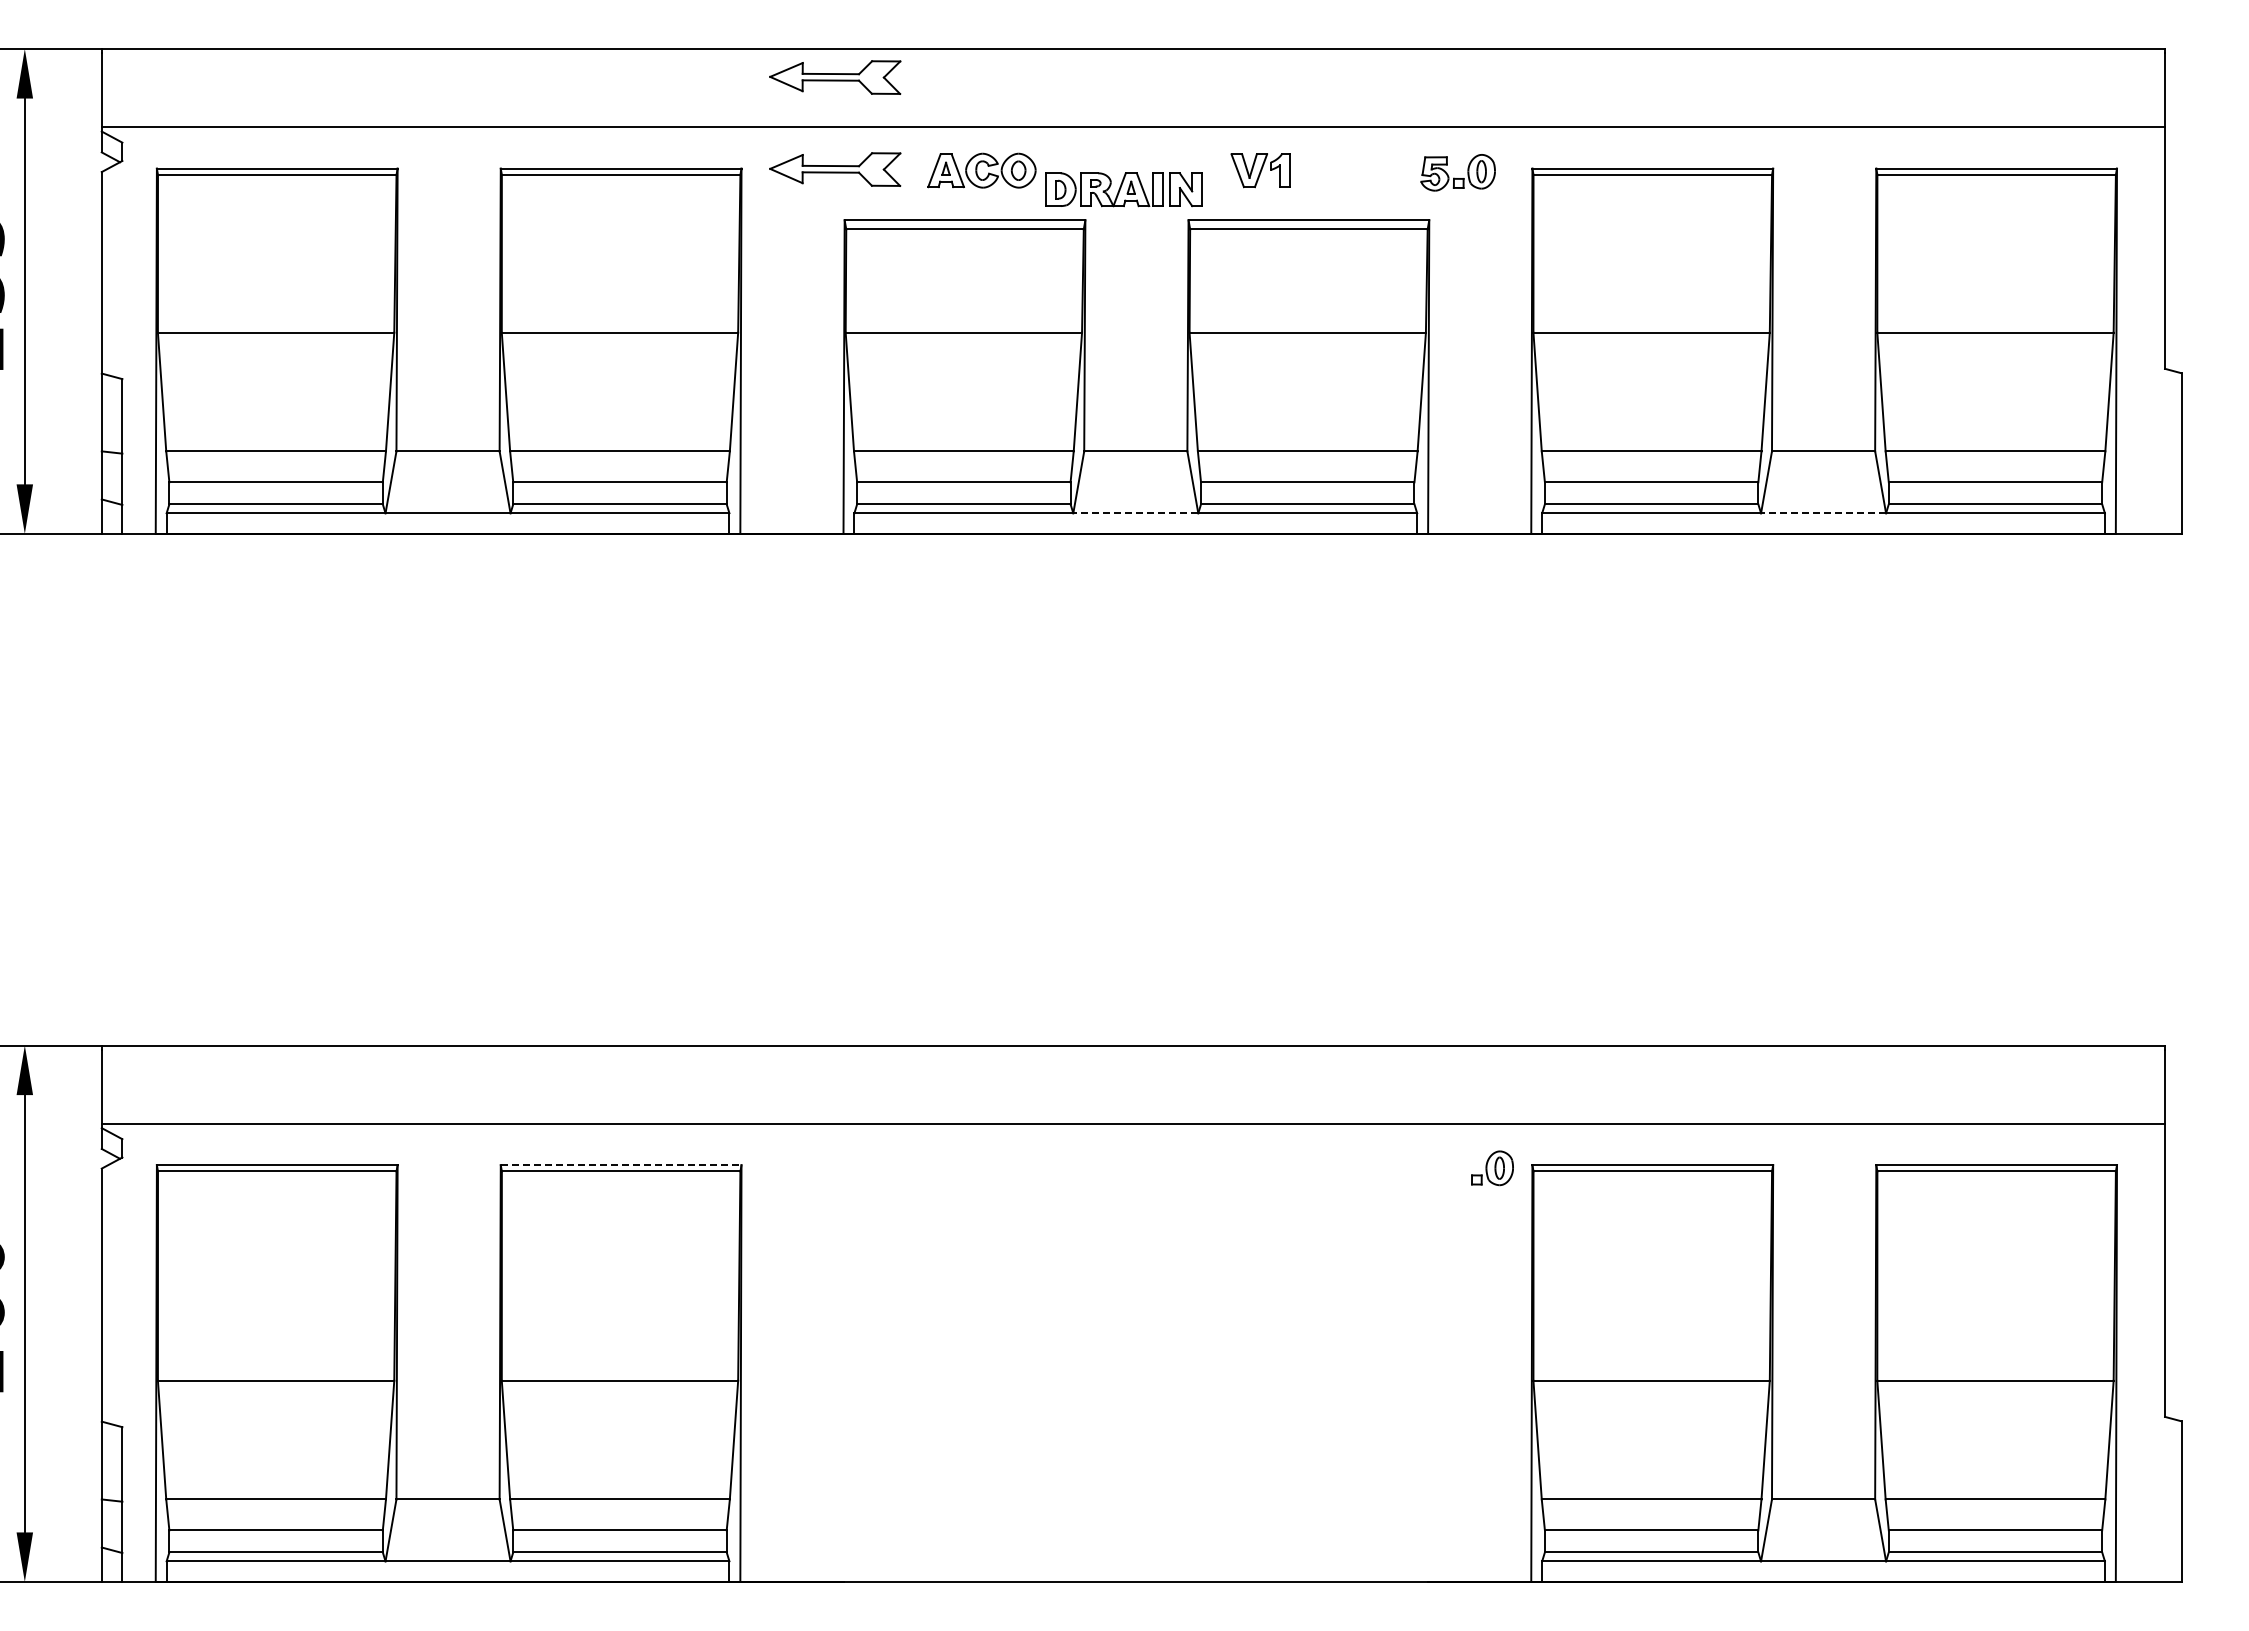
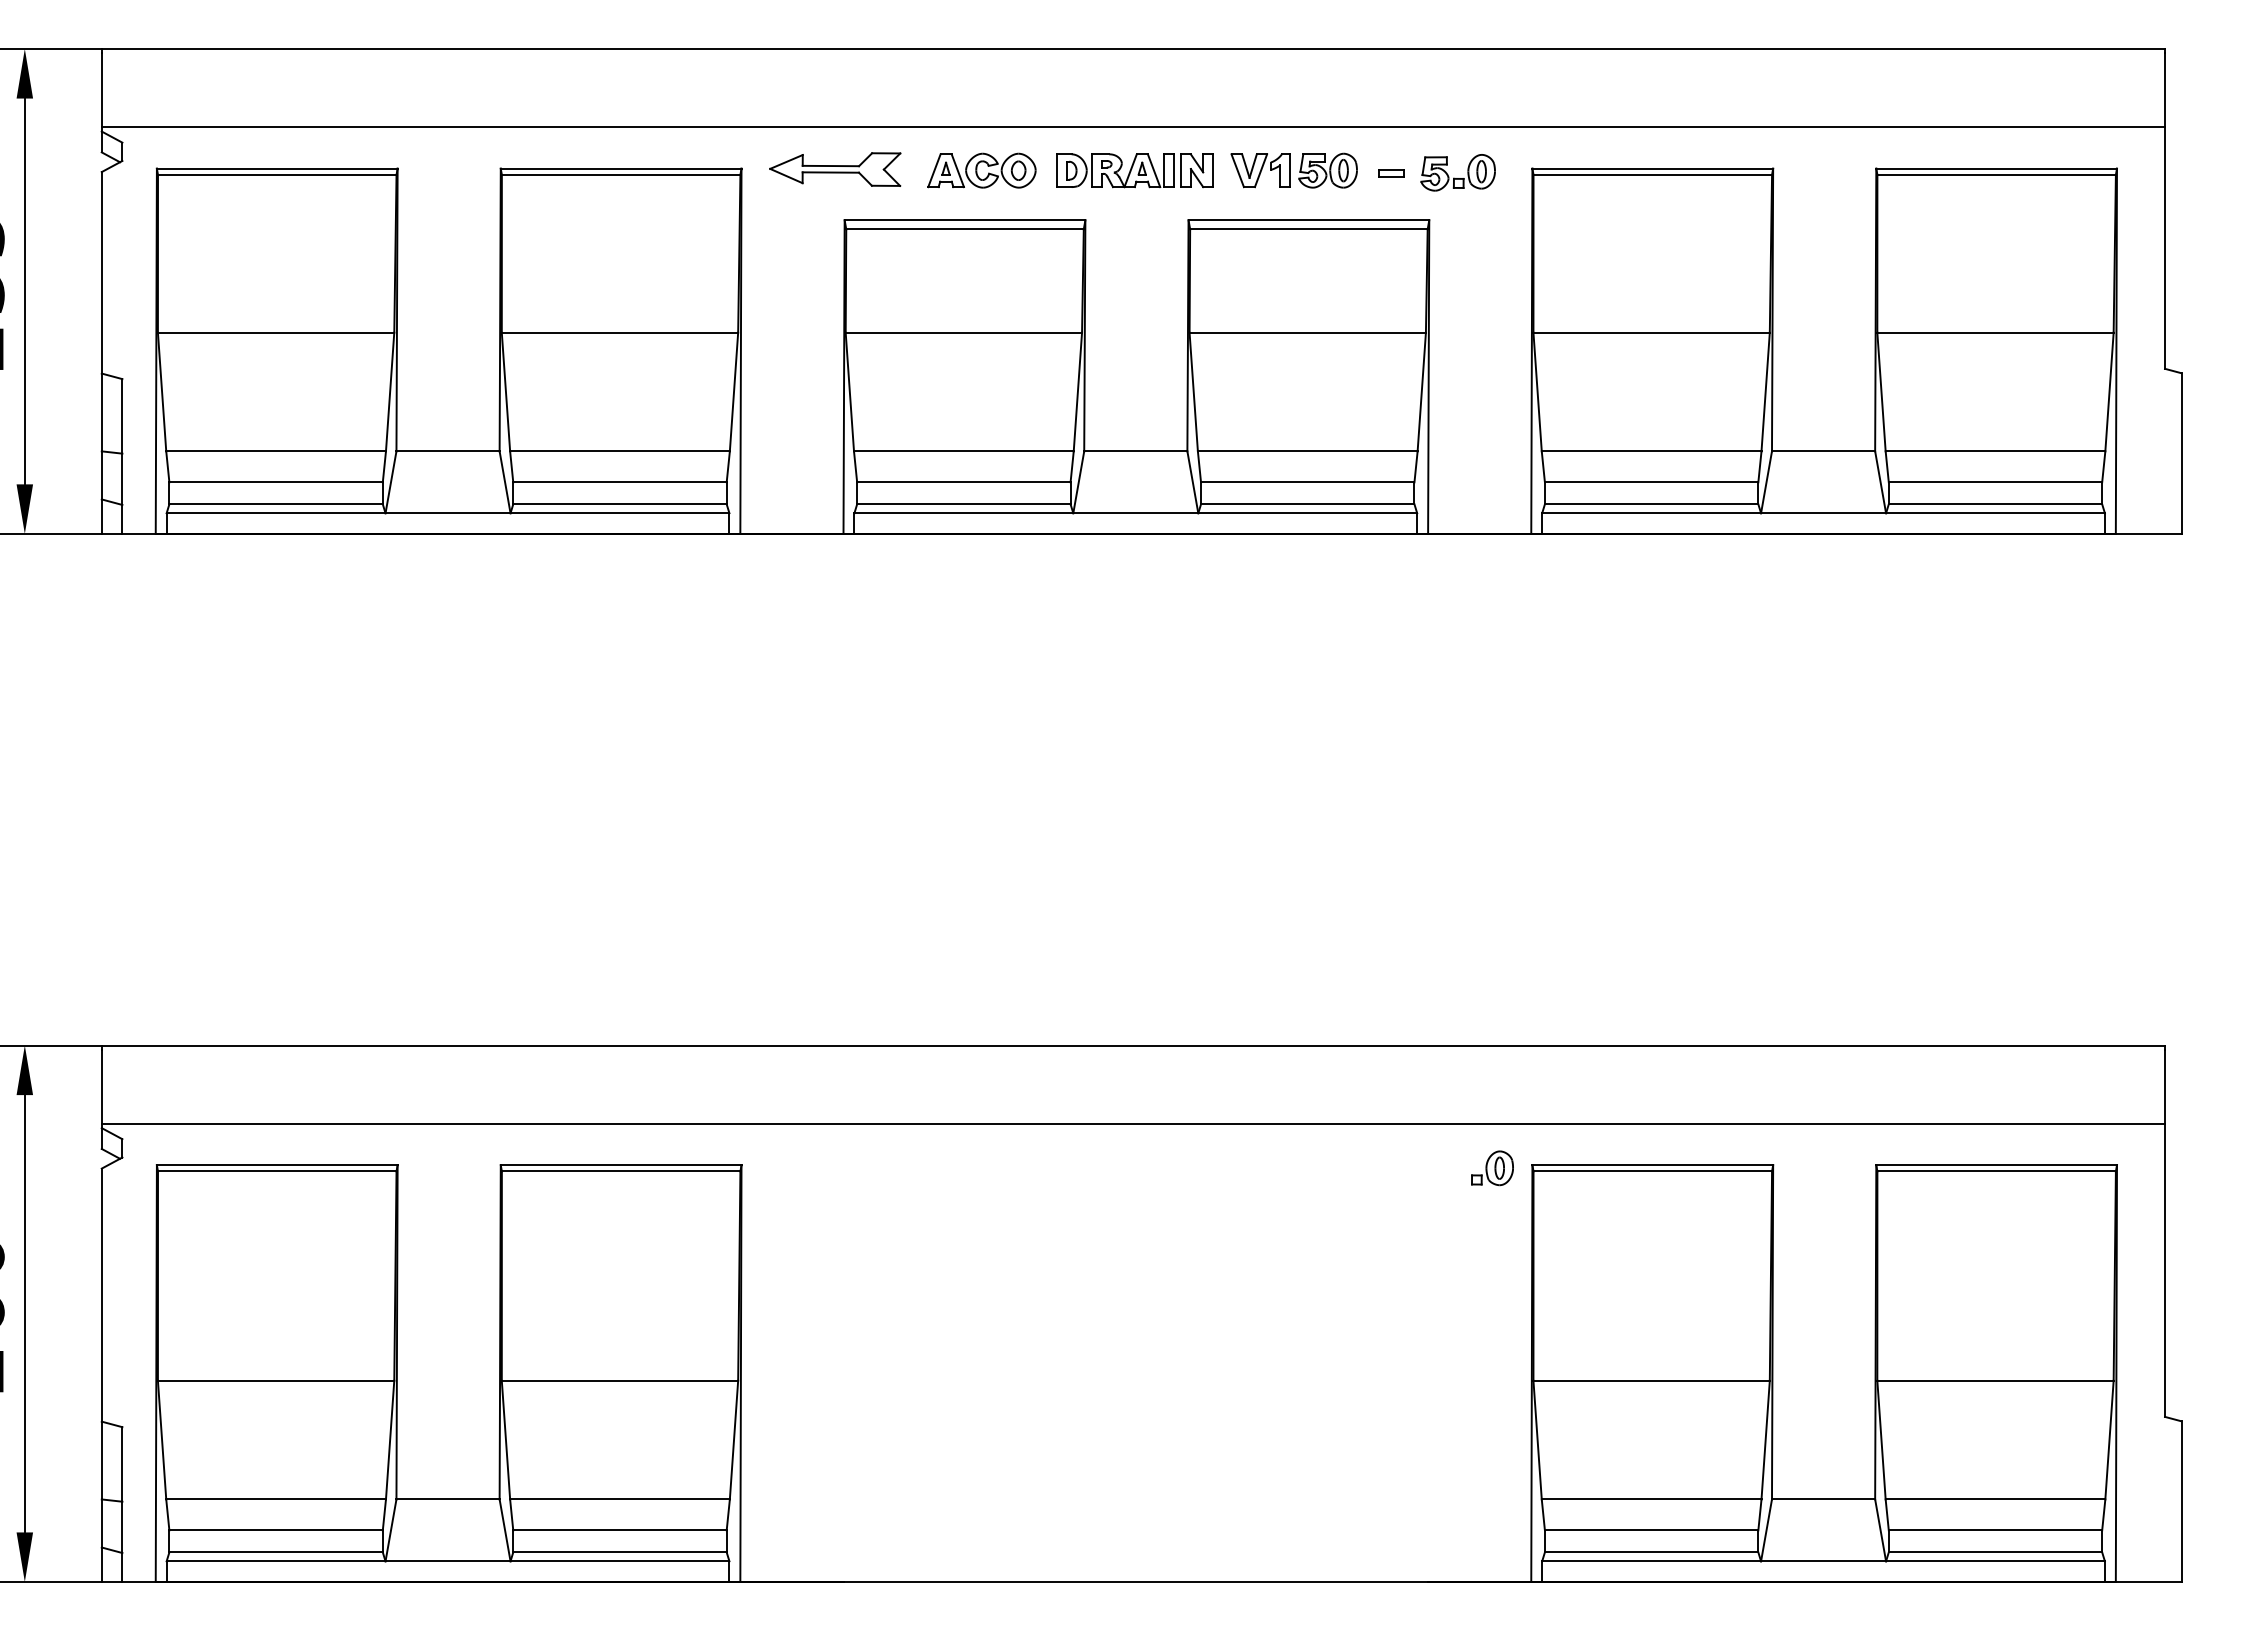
part at (835, 77): present -> none
part at (1327, 170): none -> present
part at (1391, 173): none -> present
part at (1123, 189) position: (1123, 189) -> (1134, 170)
line at (1135, 513): dashed -> solid
line at (1823, 513): dashed -> solid
line at (621, 1165): dashed -> solid
